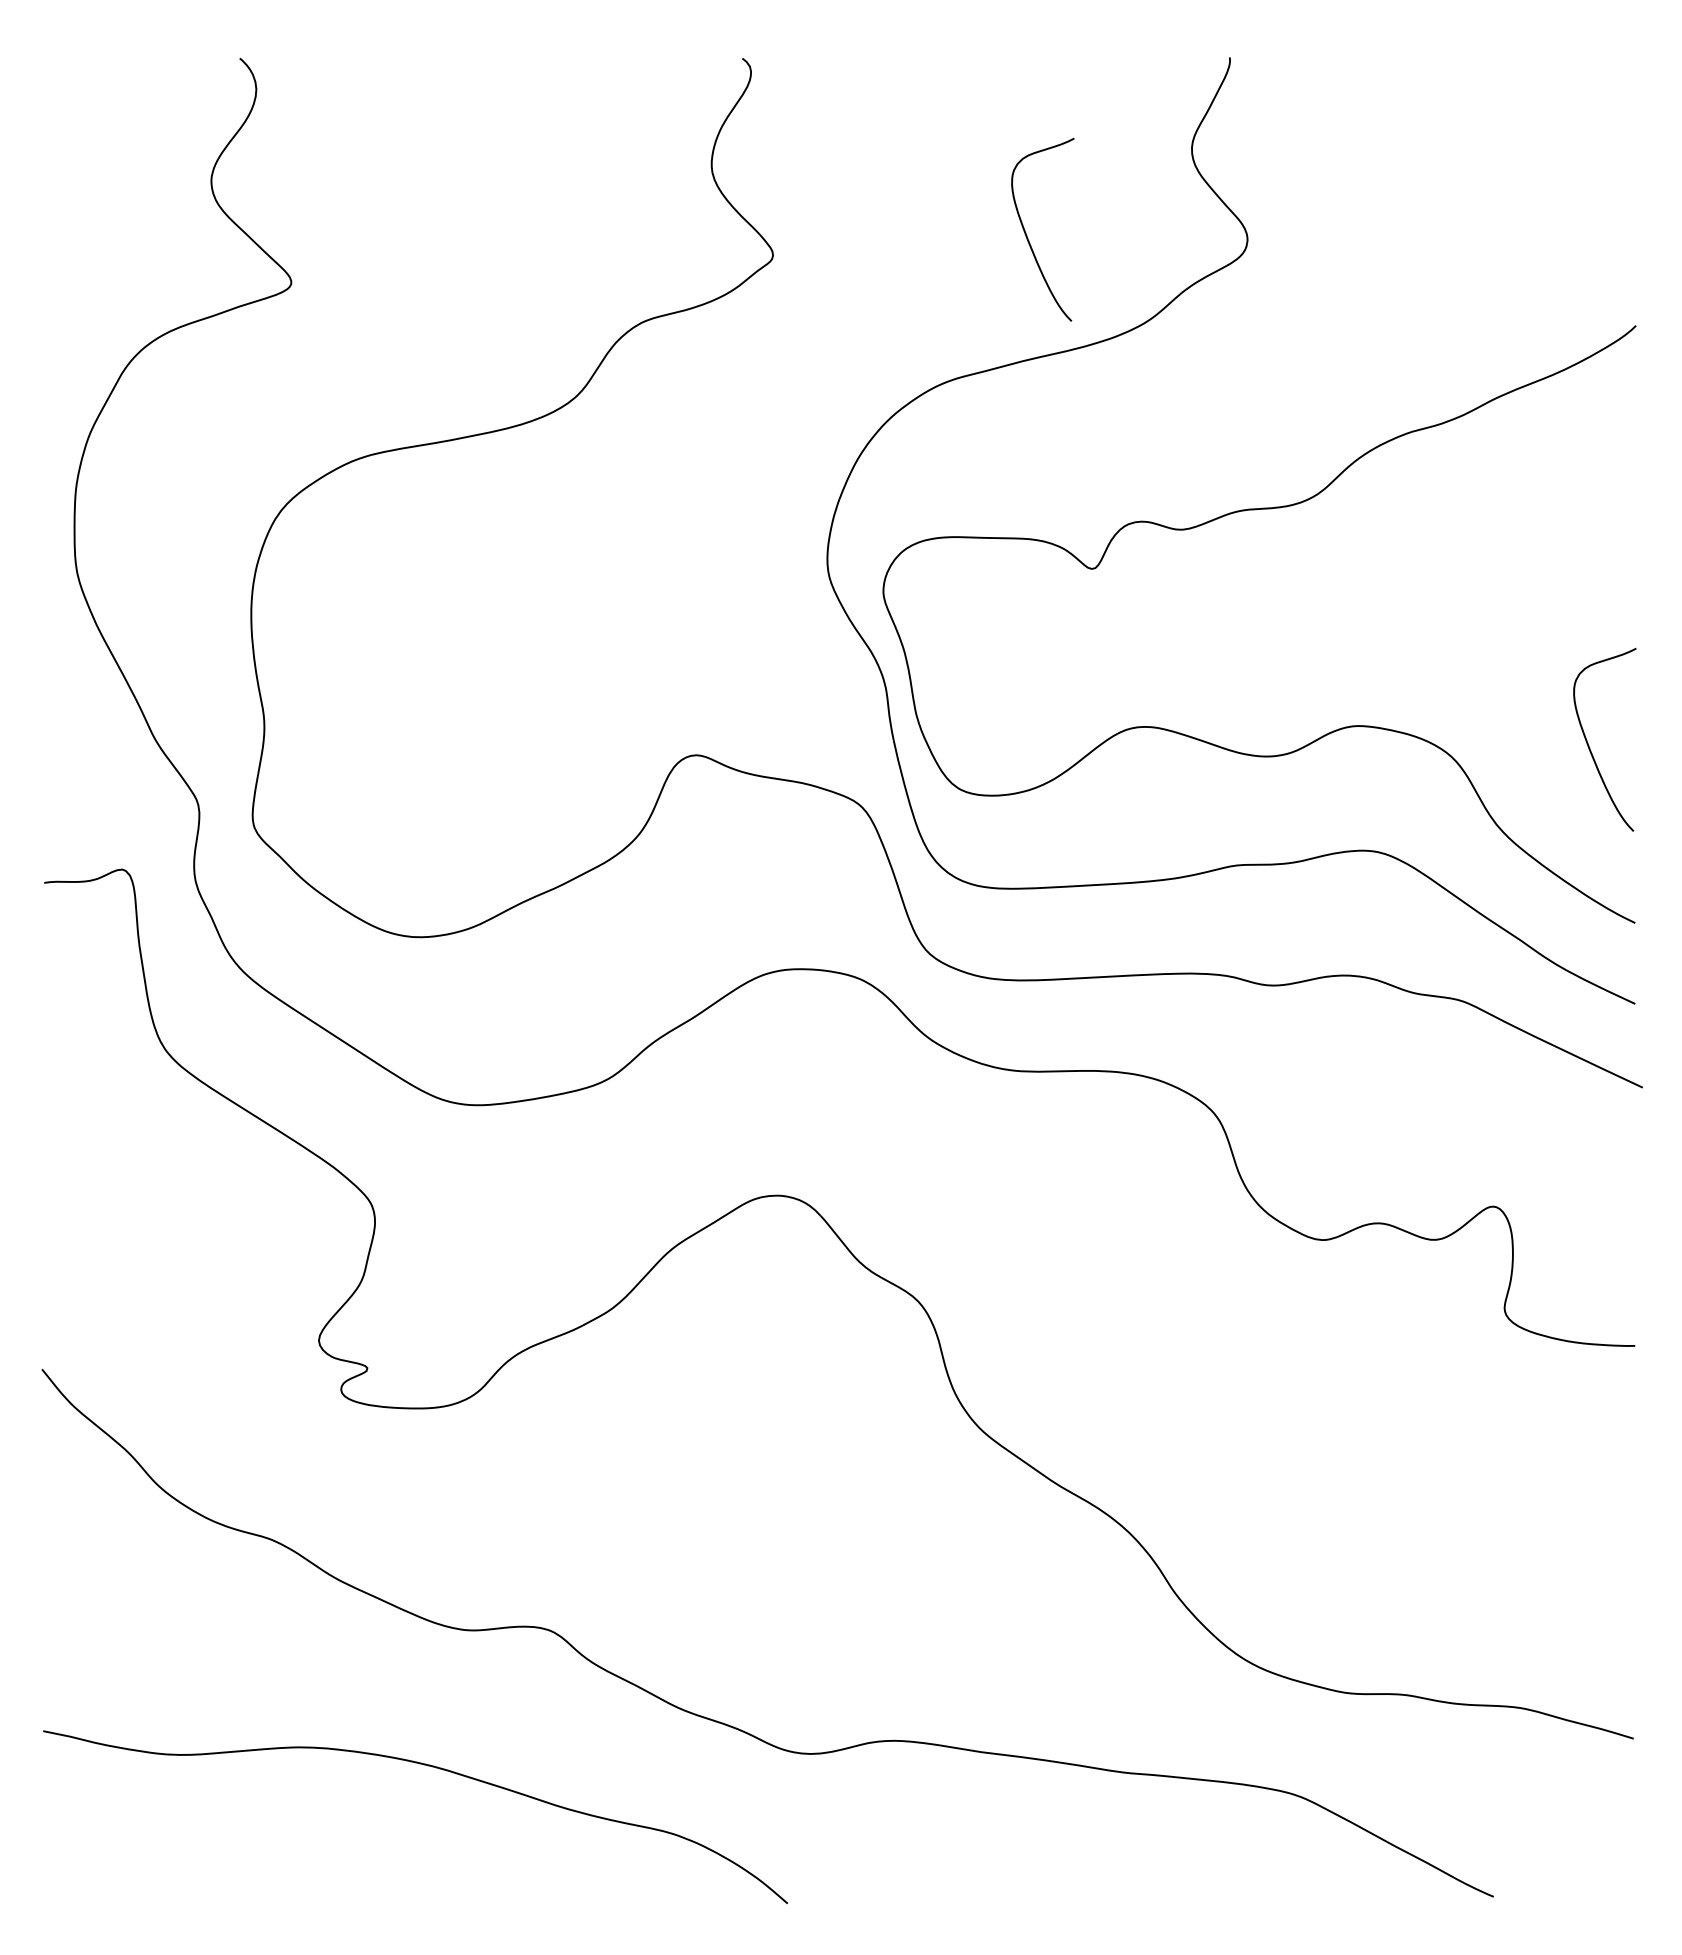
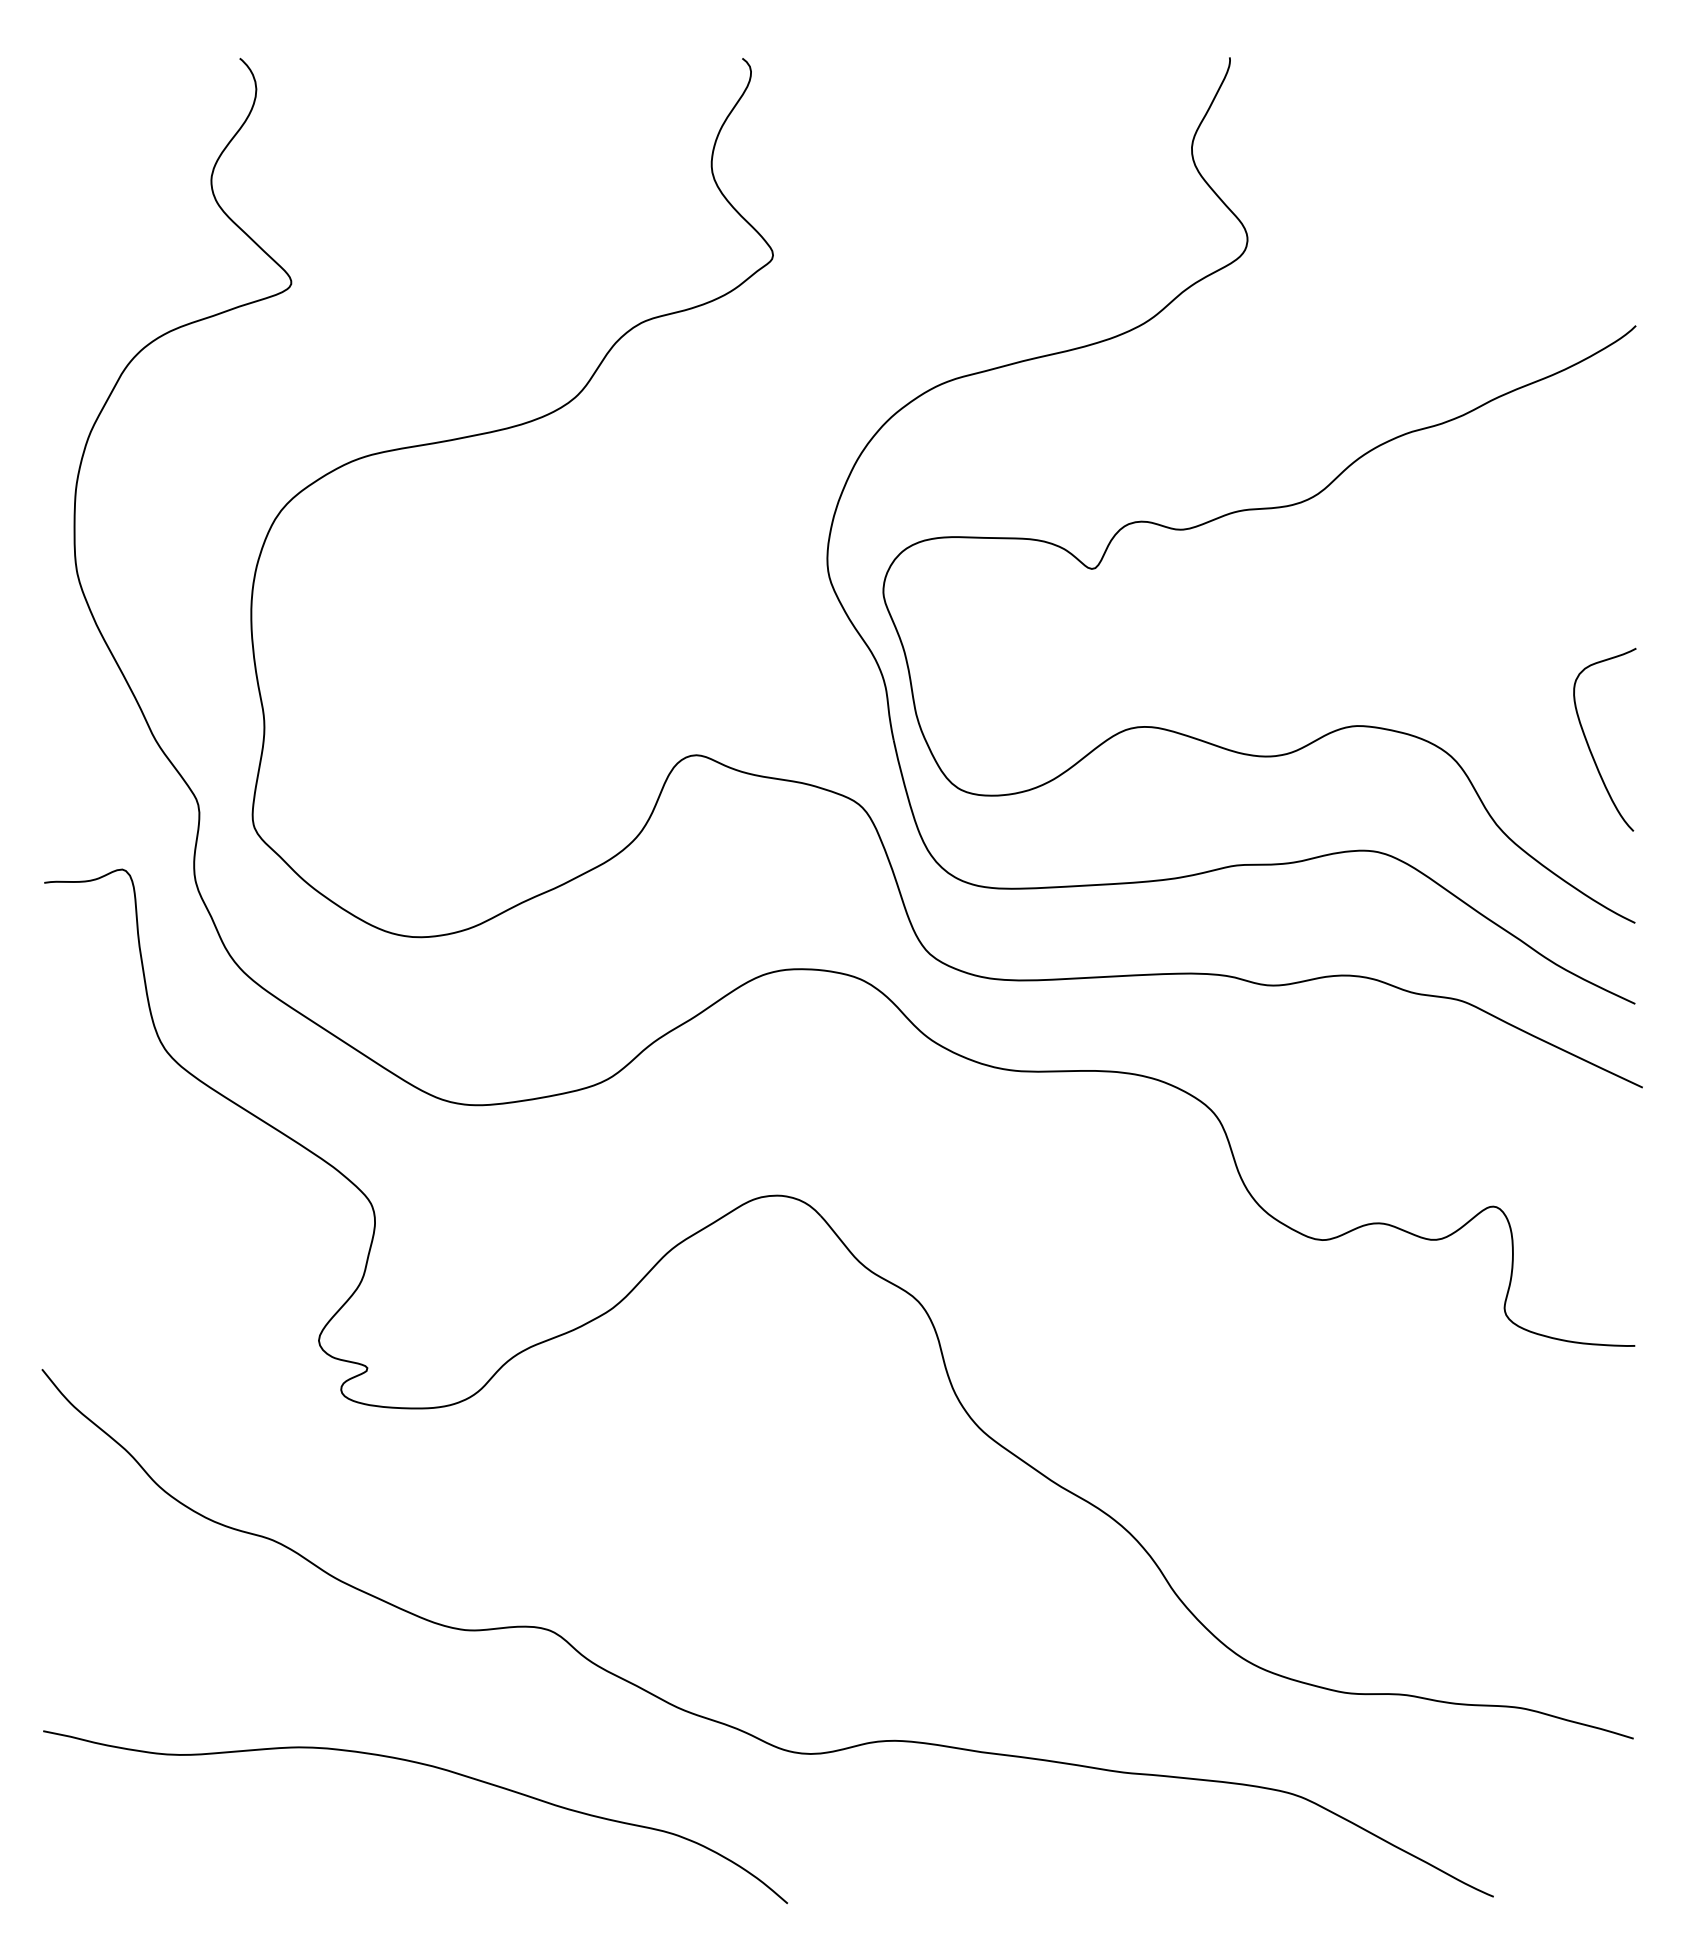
curve at (1027, 235): present -> none
